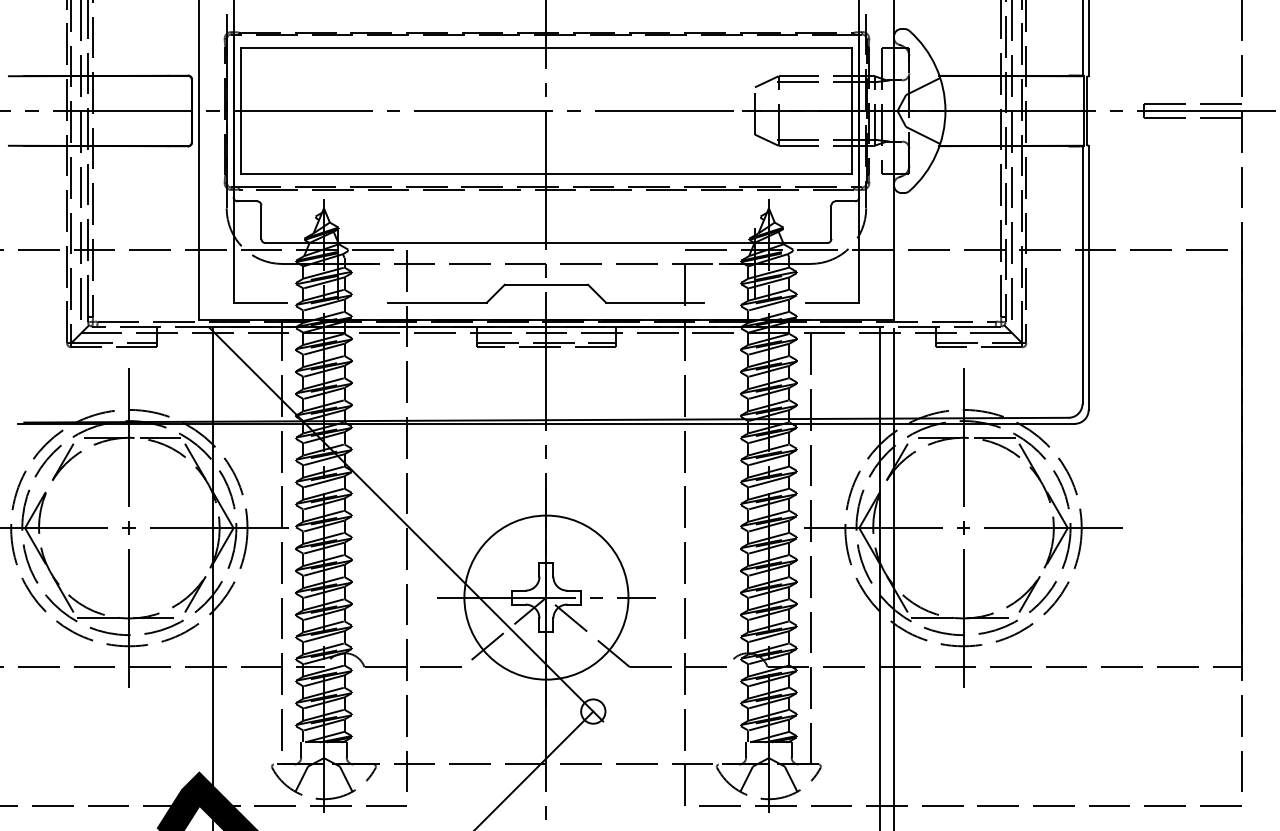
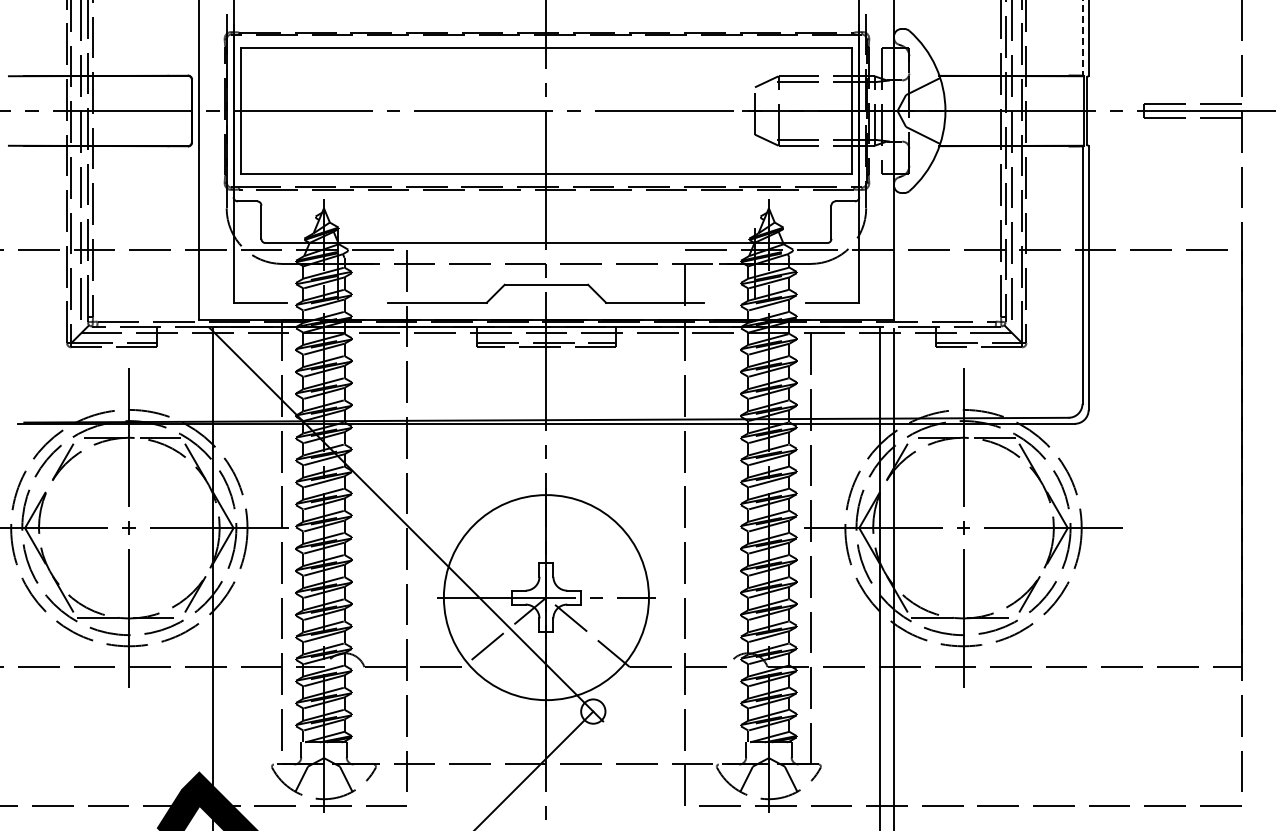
line at (1082, 38): solid -> dashed
circle at (546, 597) diameter: 164 px -> 205 px
